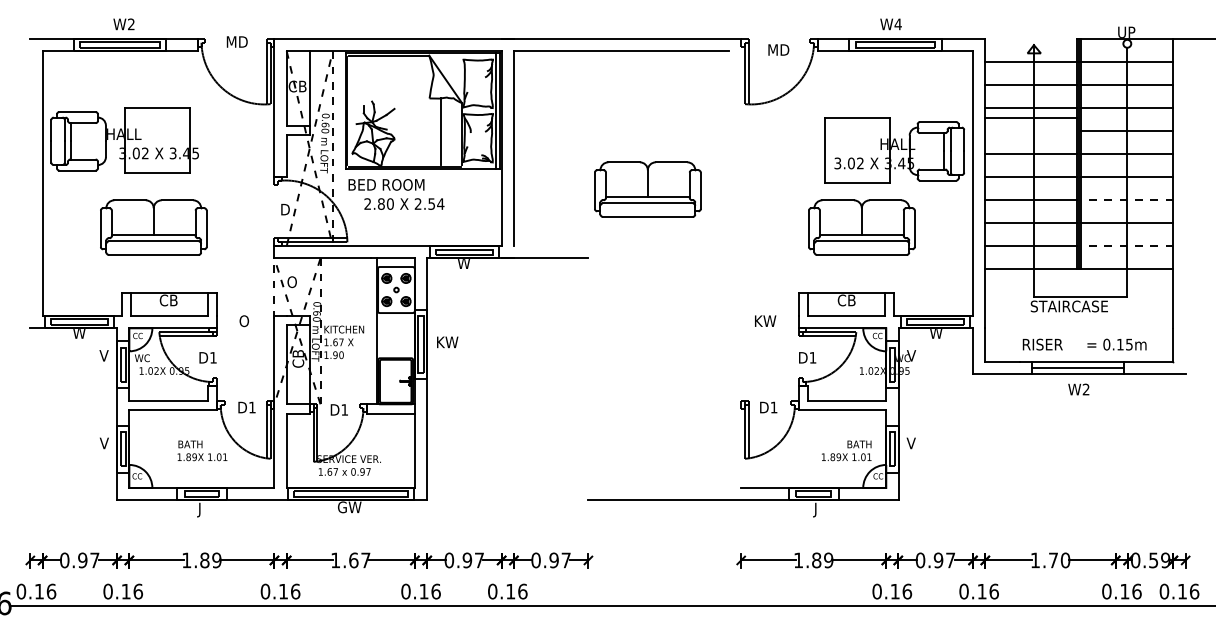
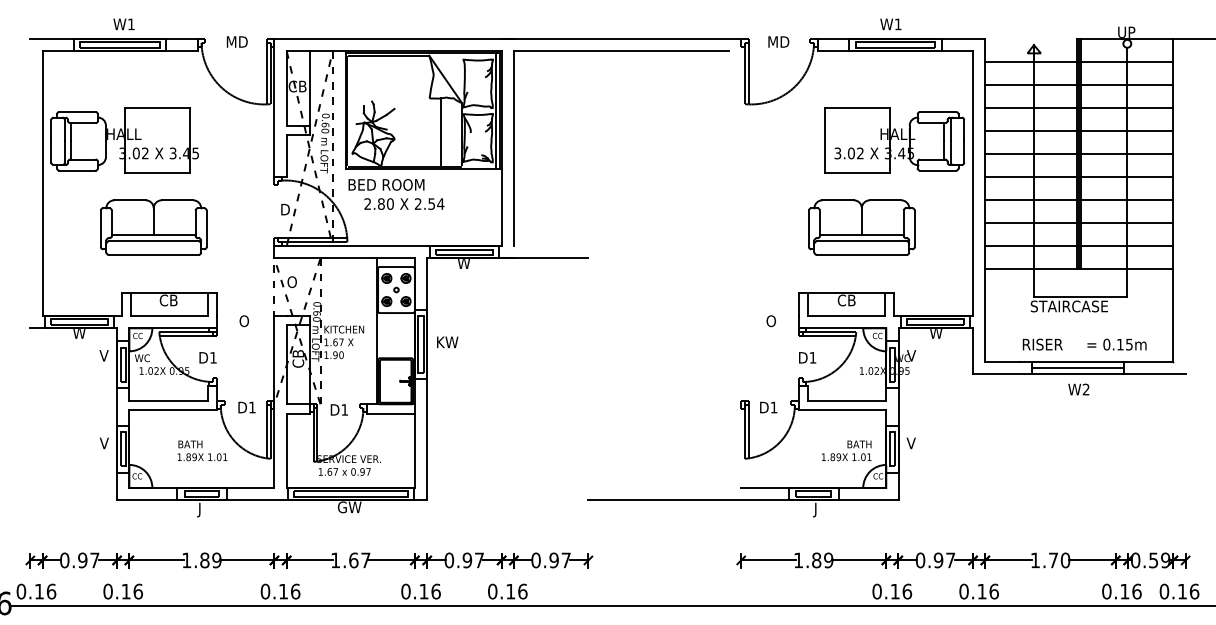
text at (131, 24): W2 -> W1
text at (897, 24): W4 -> W1
text at (778, 49) position: (778, 49) -> (778, 41)
line at (1031, 118) position: (1031, 118) -> (1031, 131)
part at (894, 150) position: (894, 150) -> (894, 140)
part at (647, 189): present -> none
line at (1126, 200): dashed -> solid
line at (1126, 246): dashed -> solid
text at (765, 321): KW -> O
